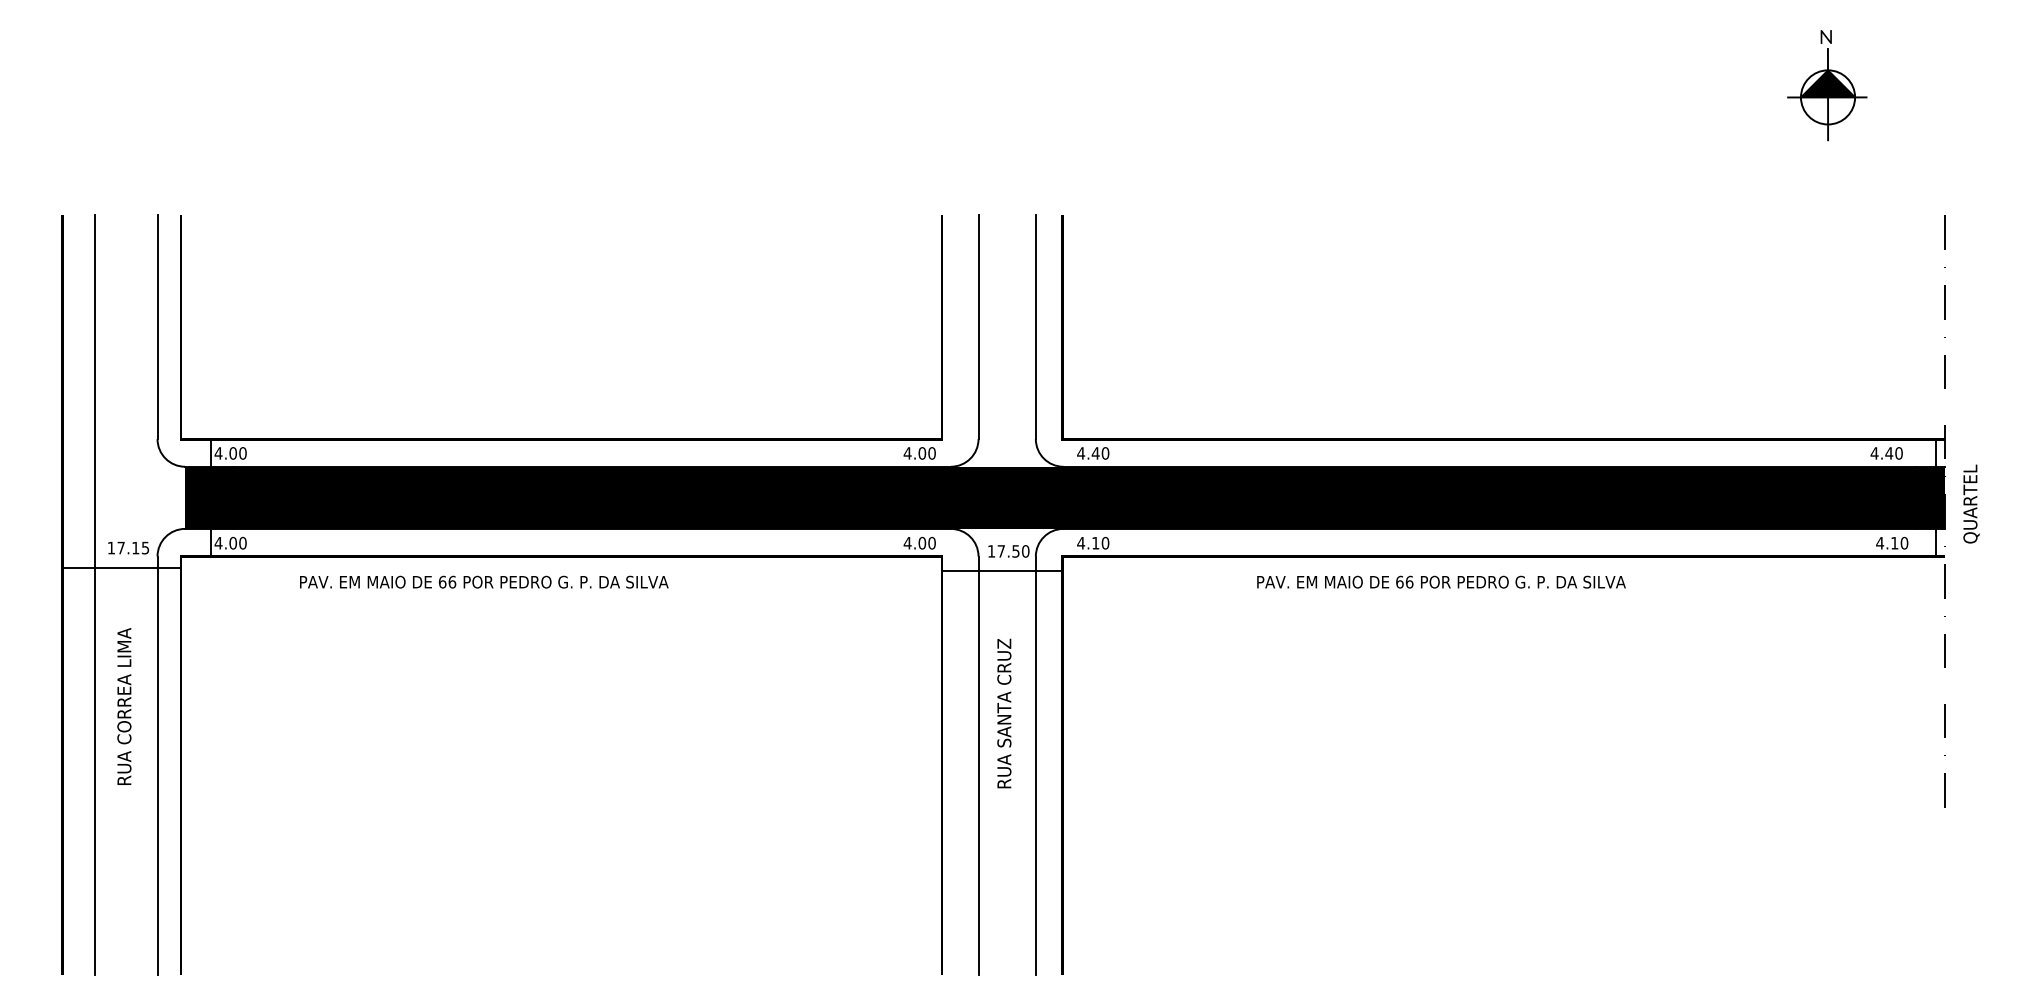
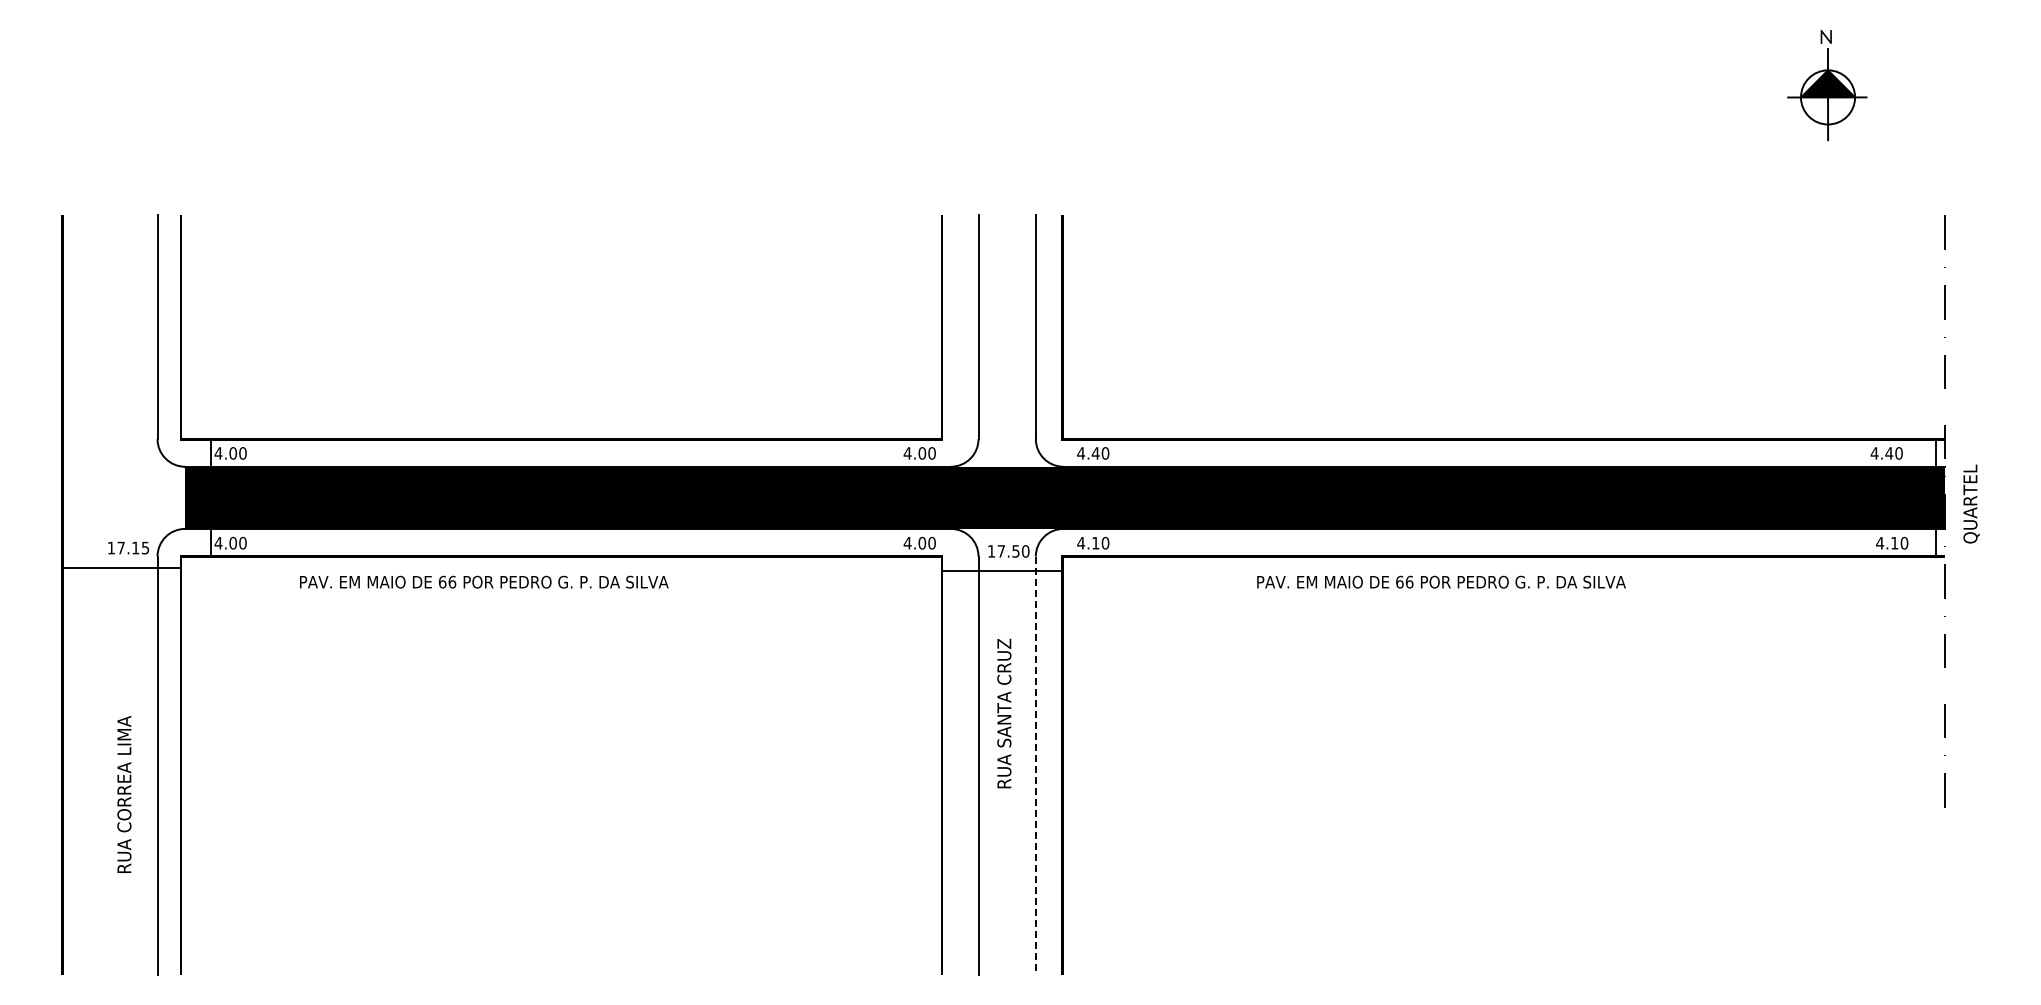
line at (95, 594): present -> none
text at (124, 706) position: (124, 706) -> (124, 794)
line at (1035, 766): solid -> dashed
